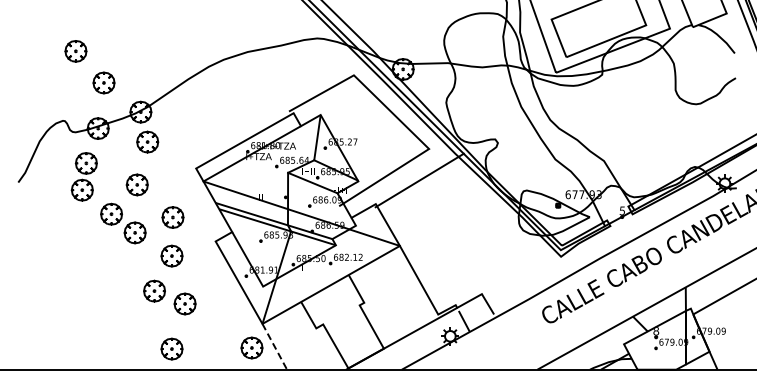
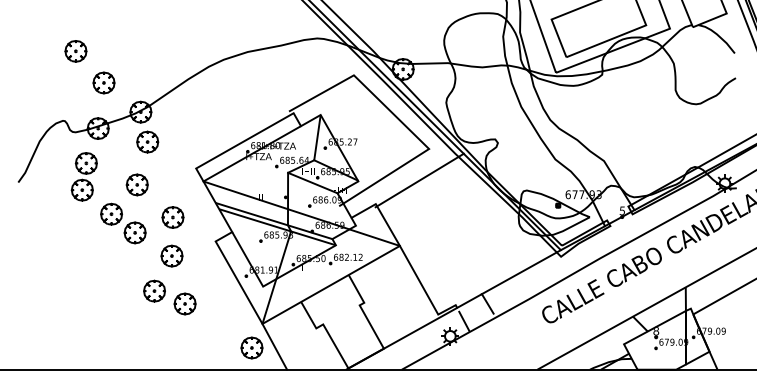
line at (520, 272): none -> present
line at (274, 346): dashed -> solid
part at (171, 348): present -> none
